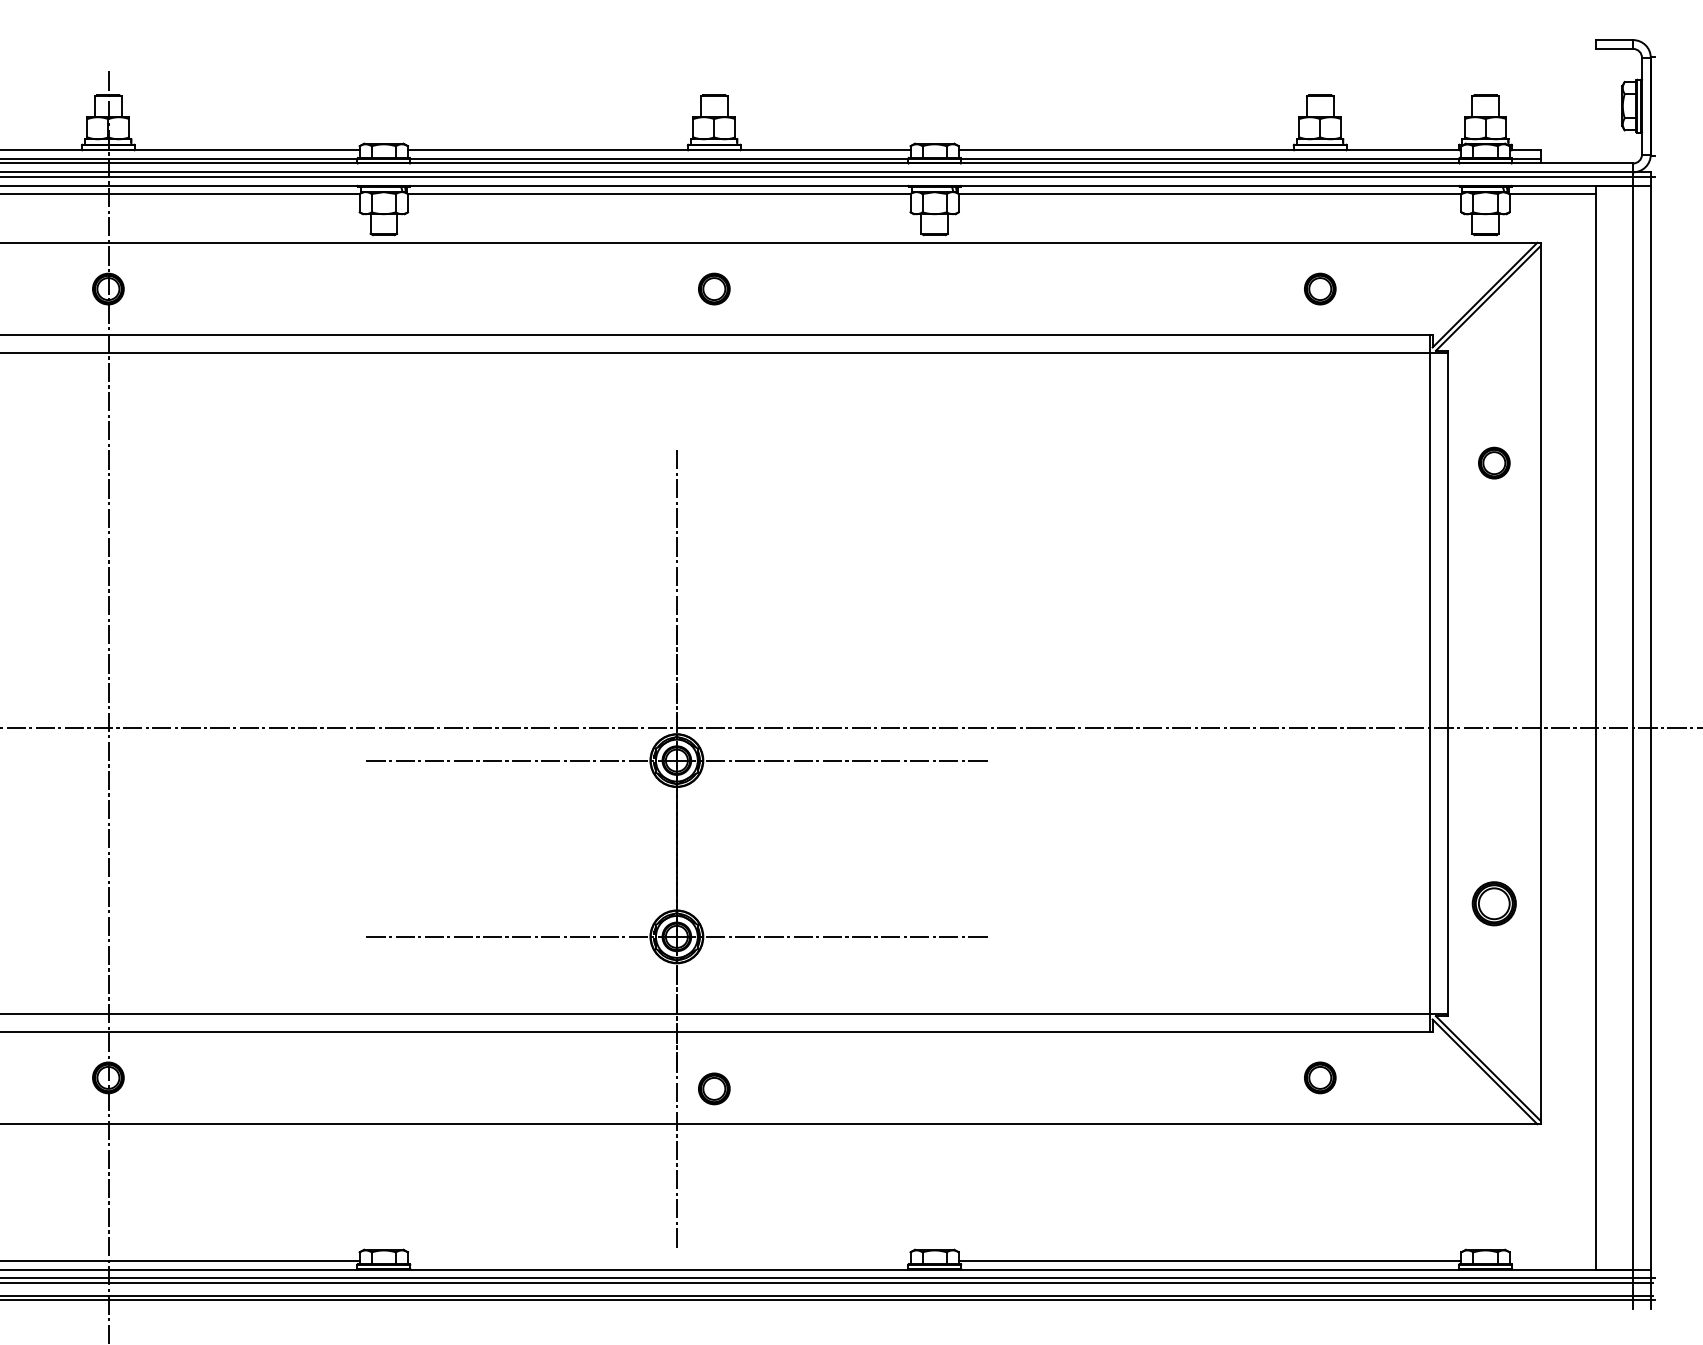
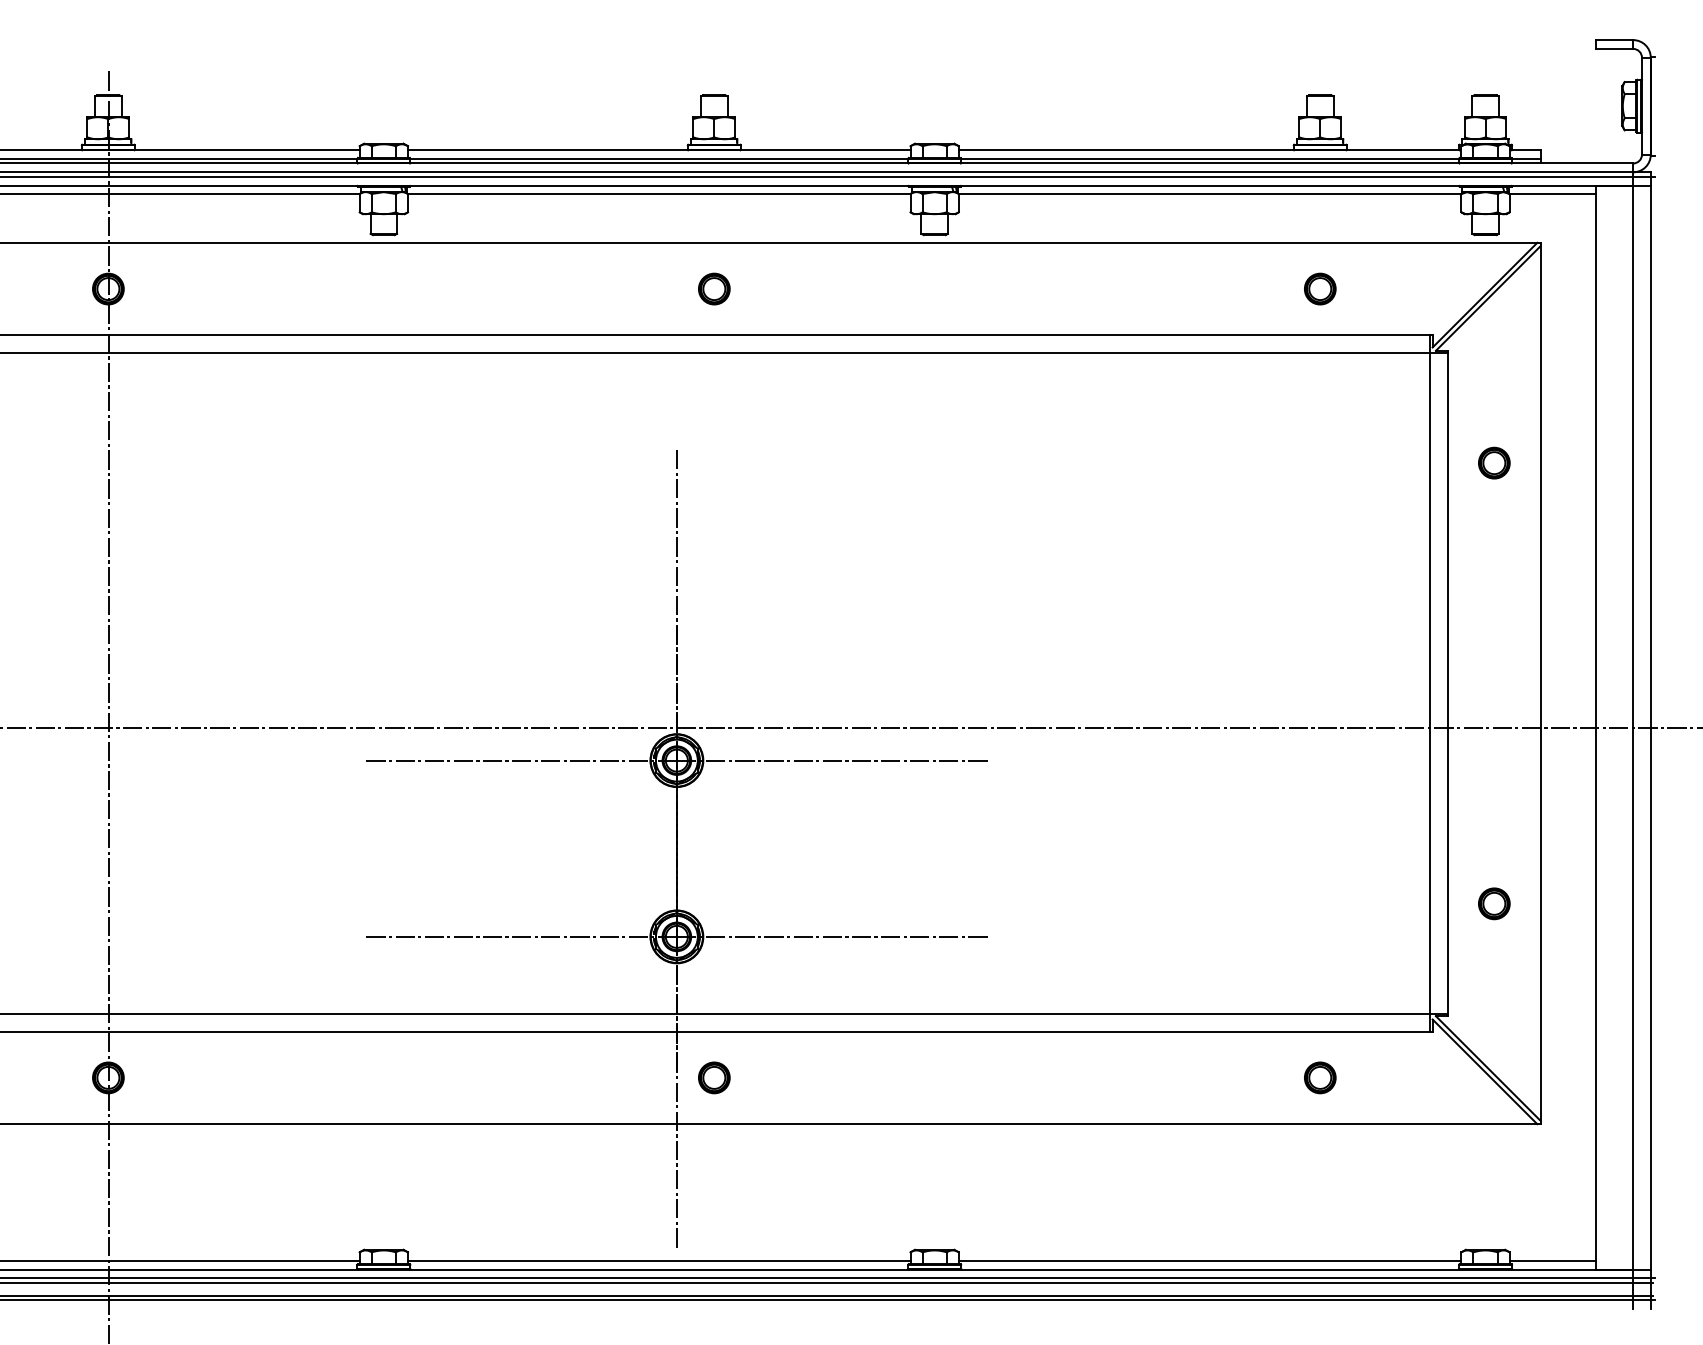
part at (1493, 903) size: 46x46 px -> 33x34 px
part at (714, 1088) position: (714, 1088) -> (714, 1077)
line at (659, 1260): none -> present
line at (1552, 1260): none -> present
